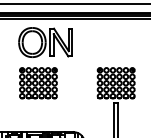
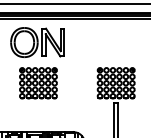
part at (45, 42) position: (45, 42) -> (37, 42)
